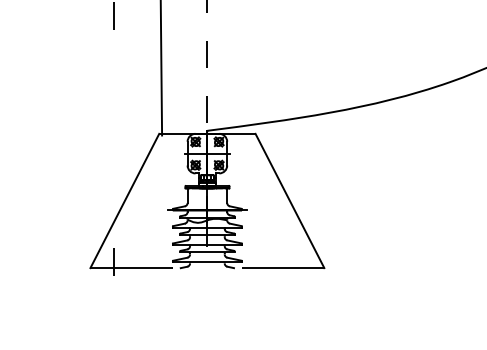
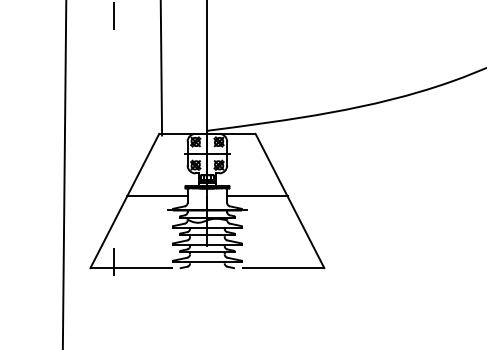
line at (207, 70): dashed -> solid
line at (64, 174): none -> present
line at (157, 196): none -> present
line at (257, 196): none -> present
